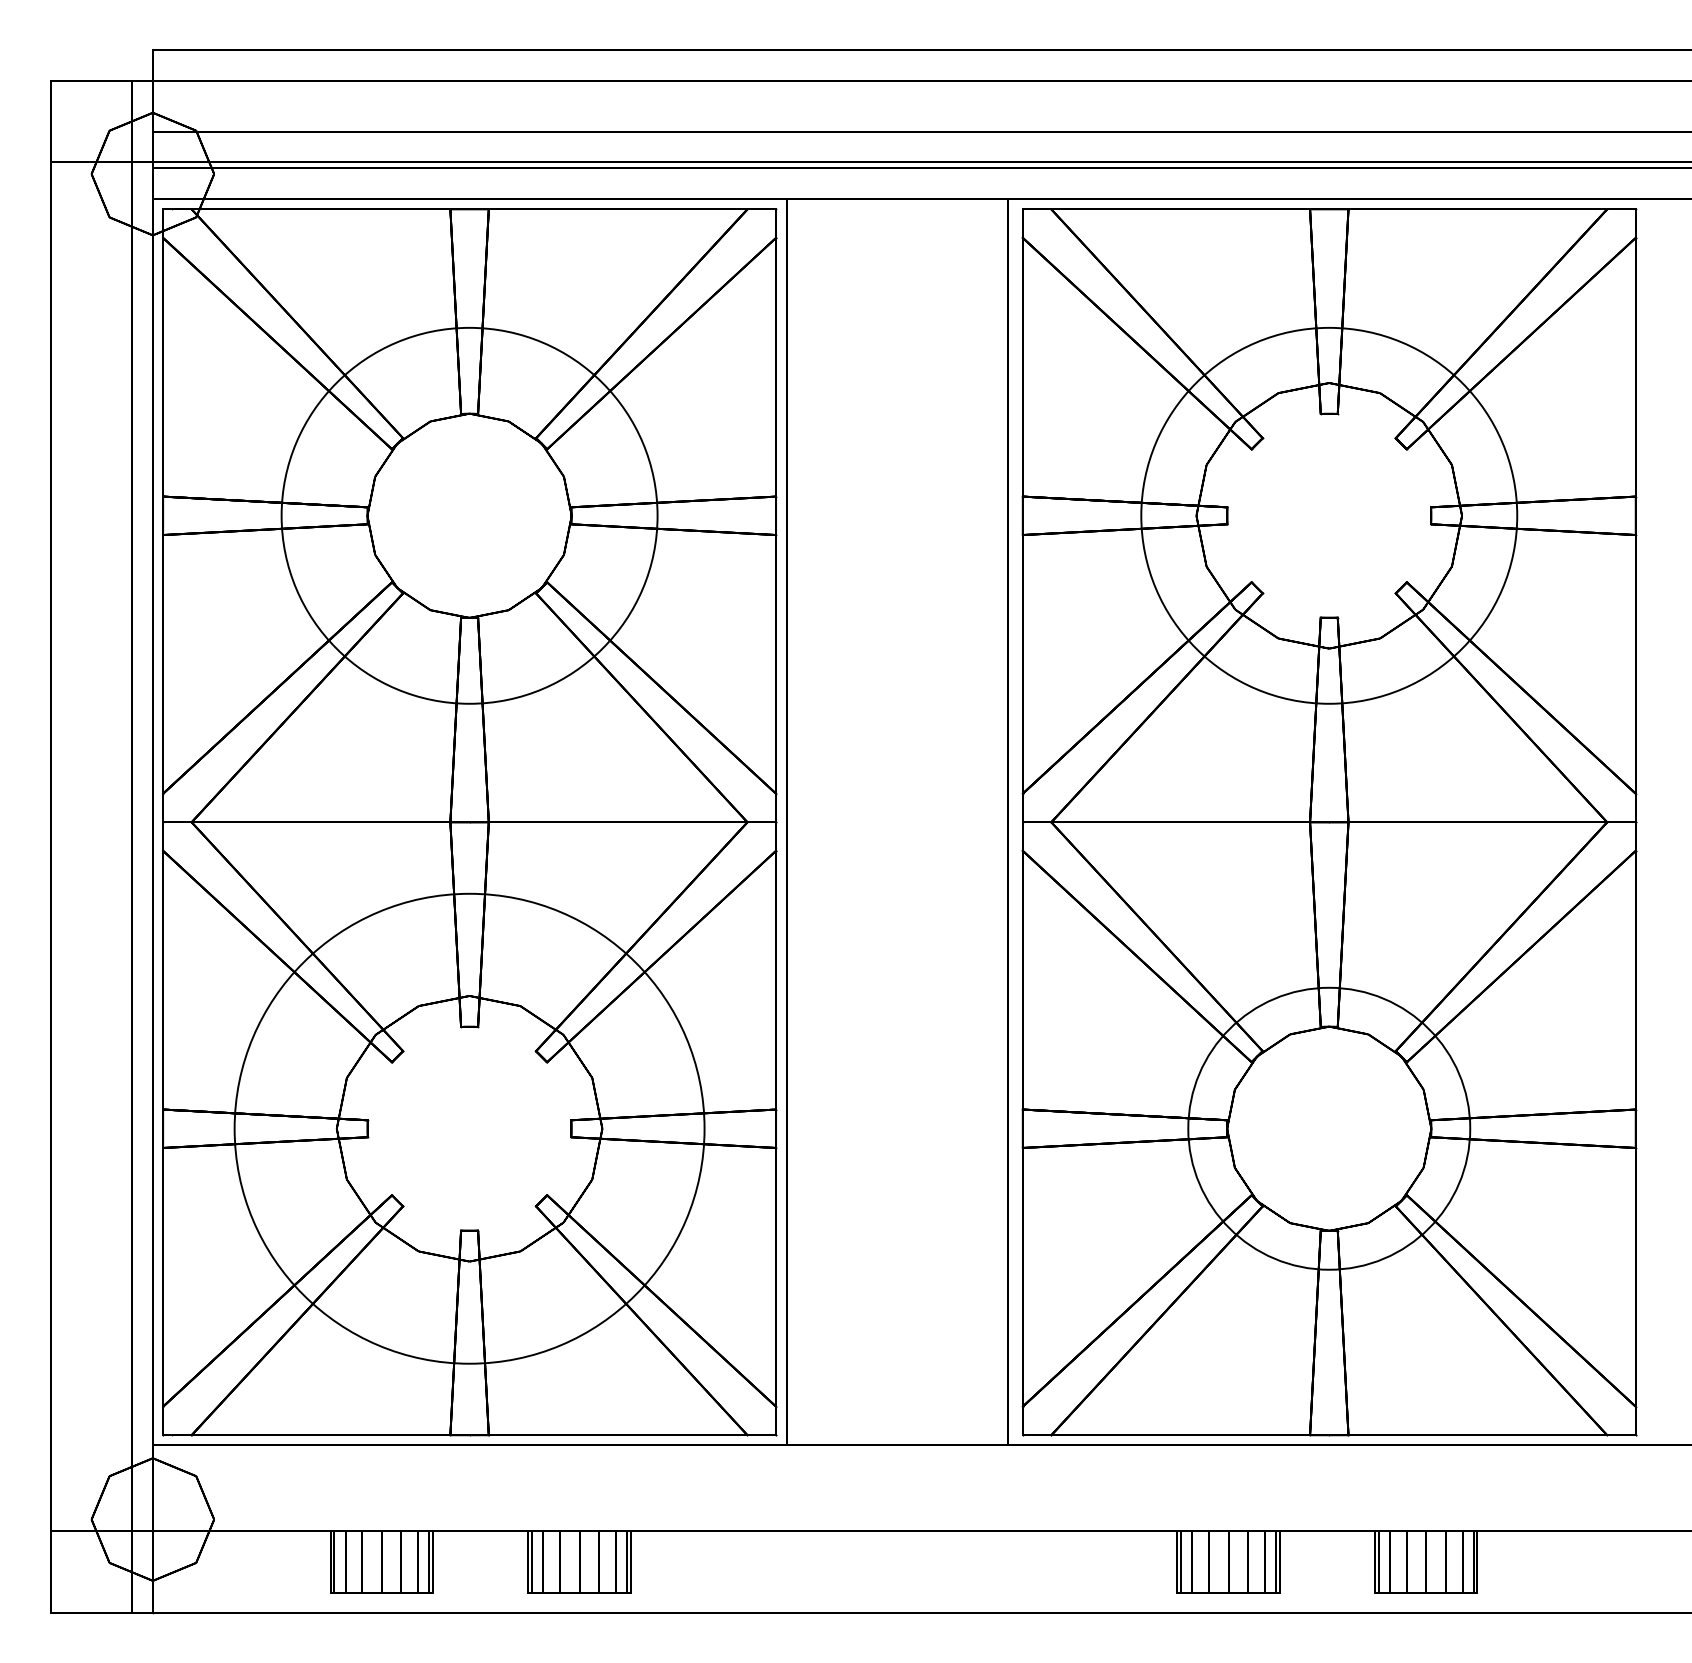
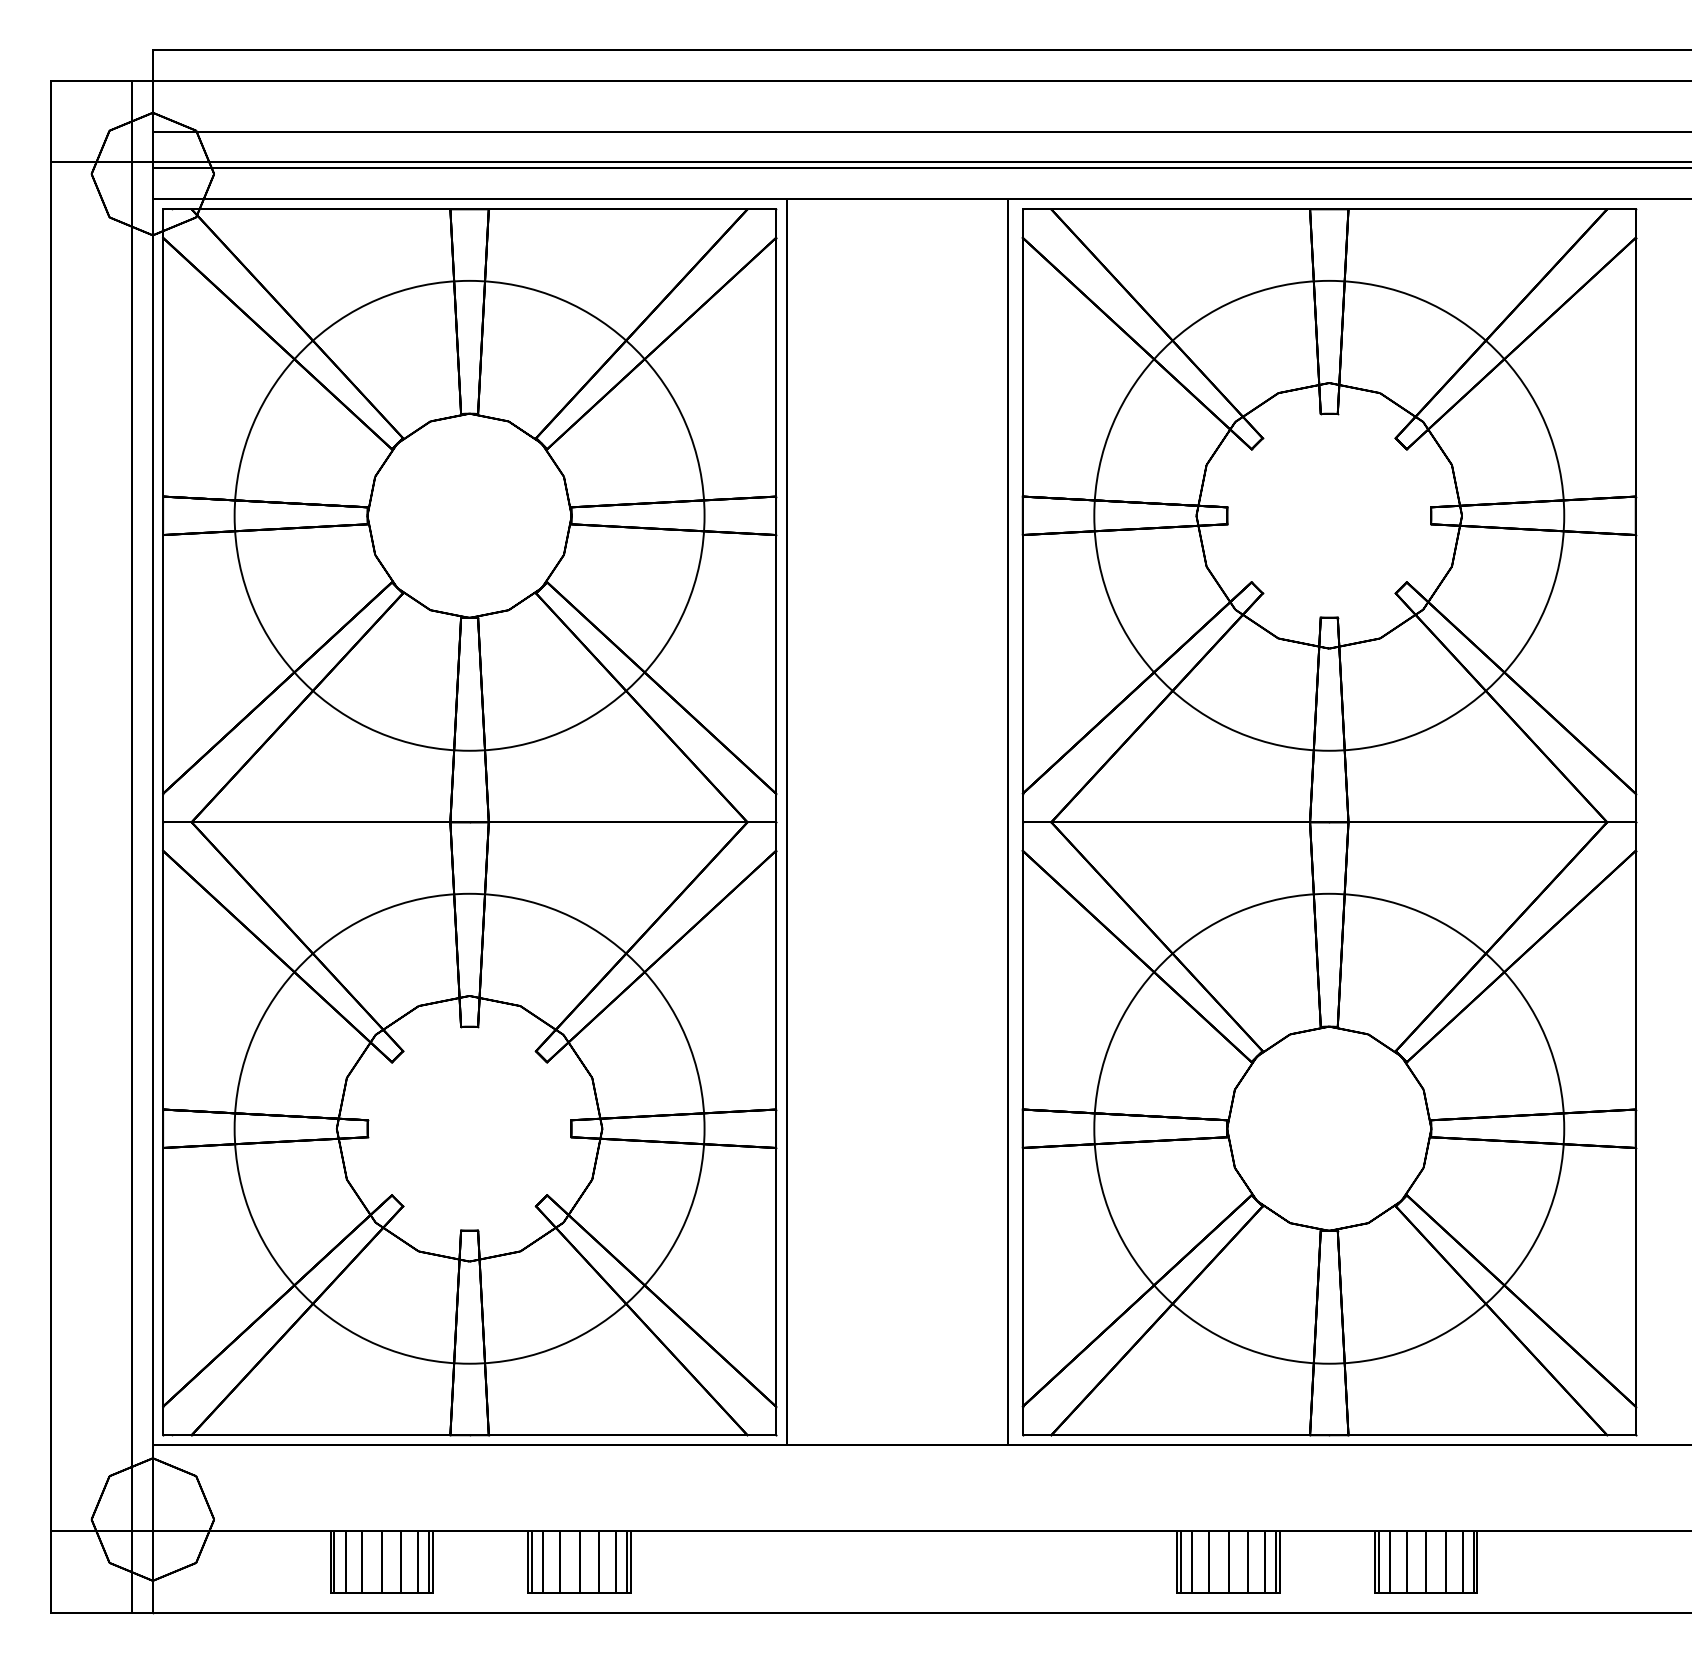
circle at (469, 515) diameter: 376 px -> 470 px
circle at (1329, 515) diameter: 376 px -> 470 px
circle at (1329, 1128) diameter: 282 px -> 470 px
